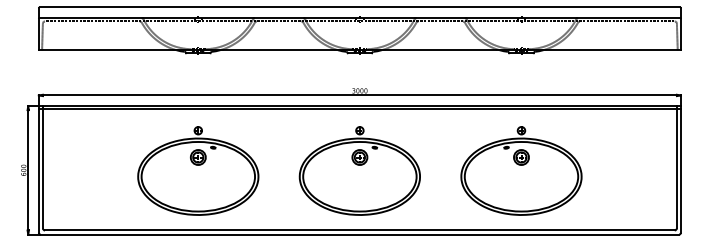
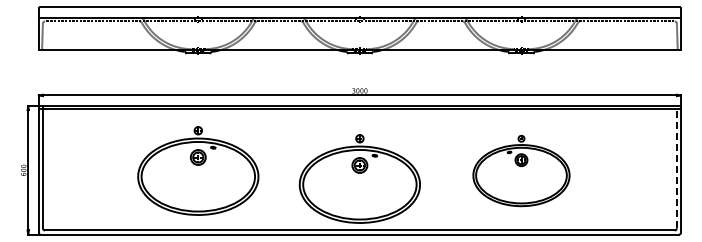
line at (676, 166): solid -> dashed
part at (359, 170) position: (359, 170) -> (359, 178)
part at (521, 170) size: 123x90 px -> 99x74 px
